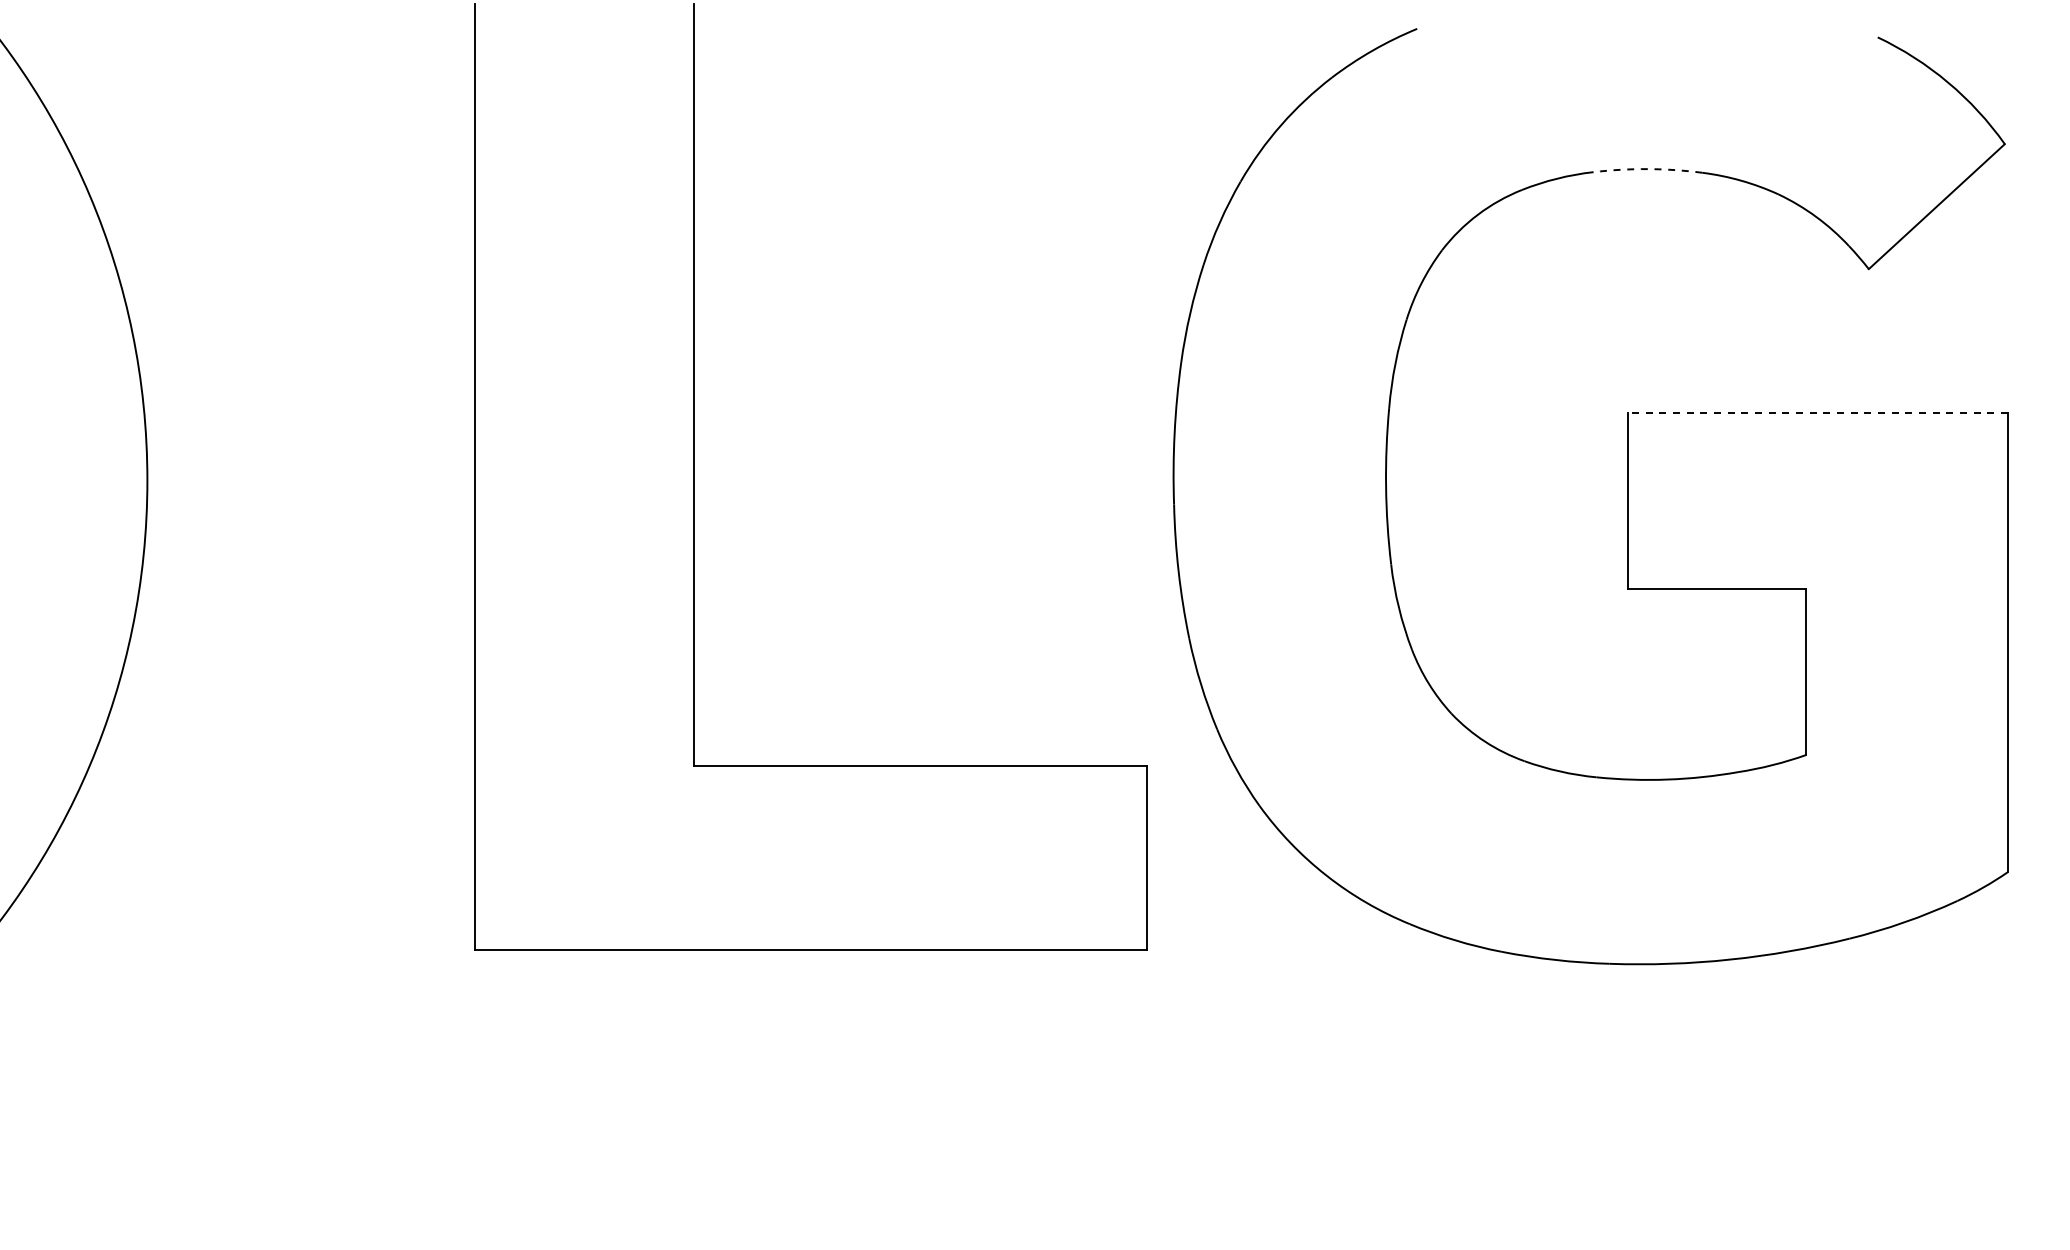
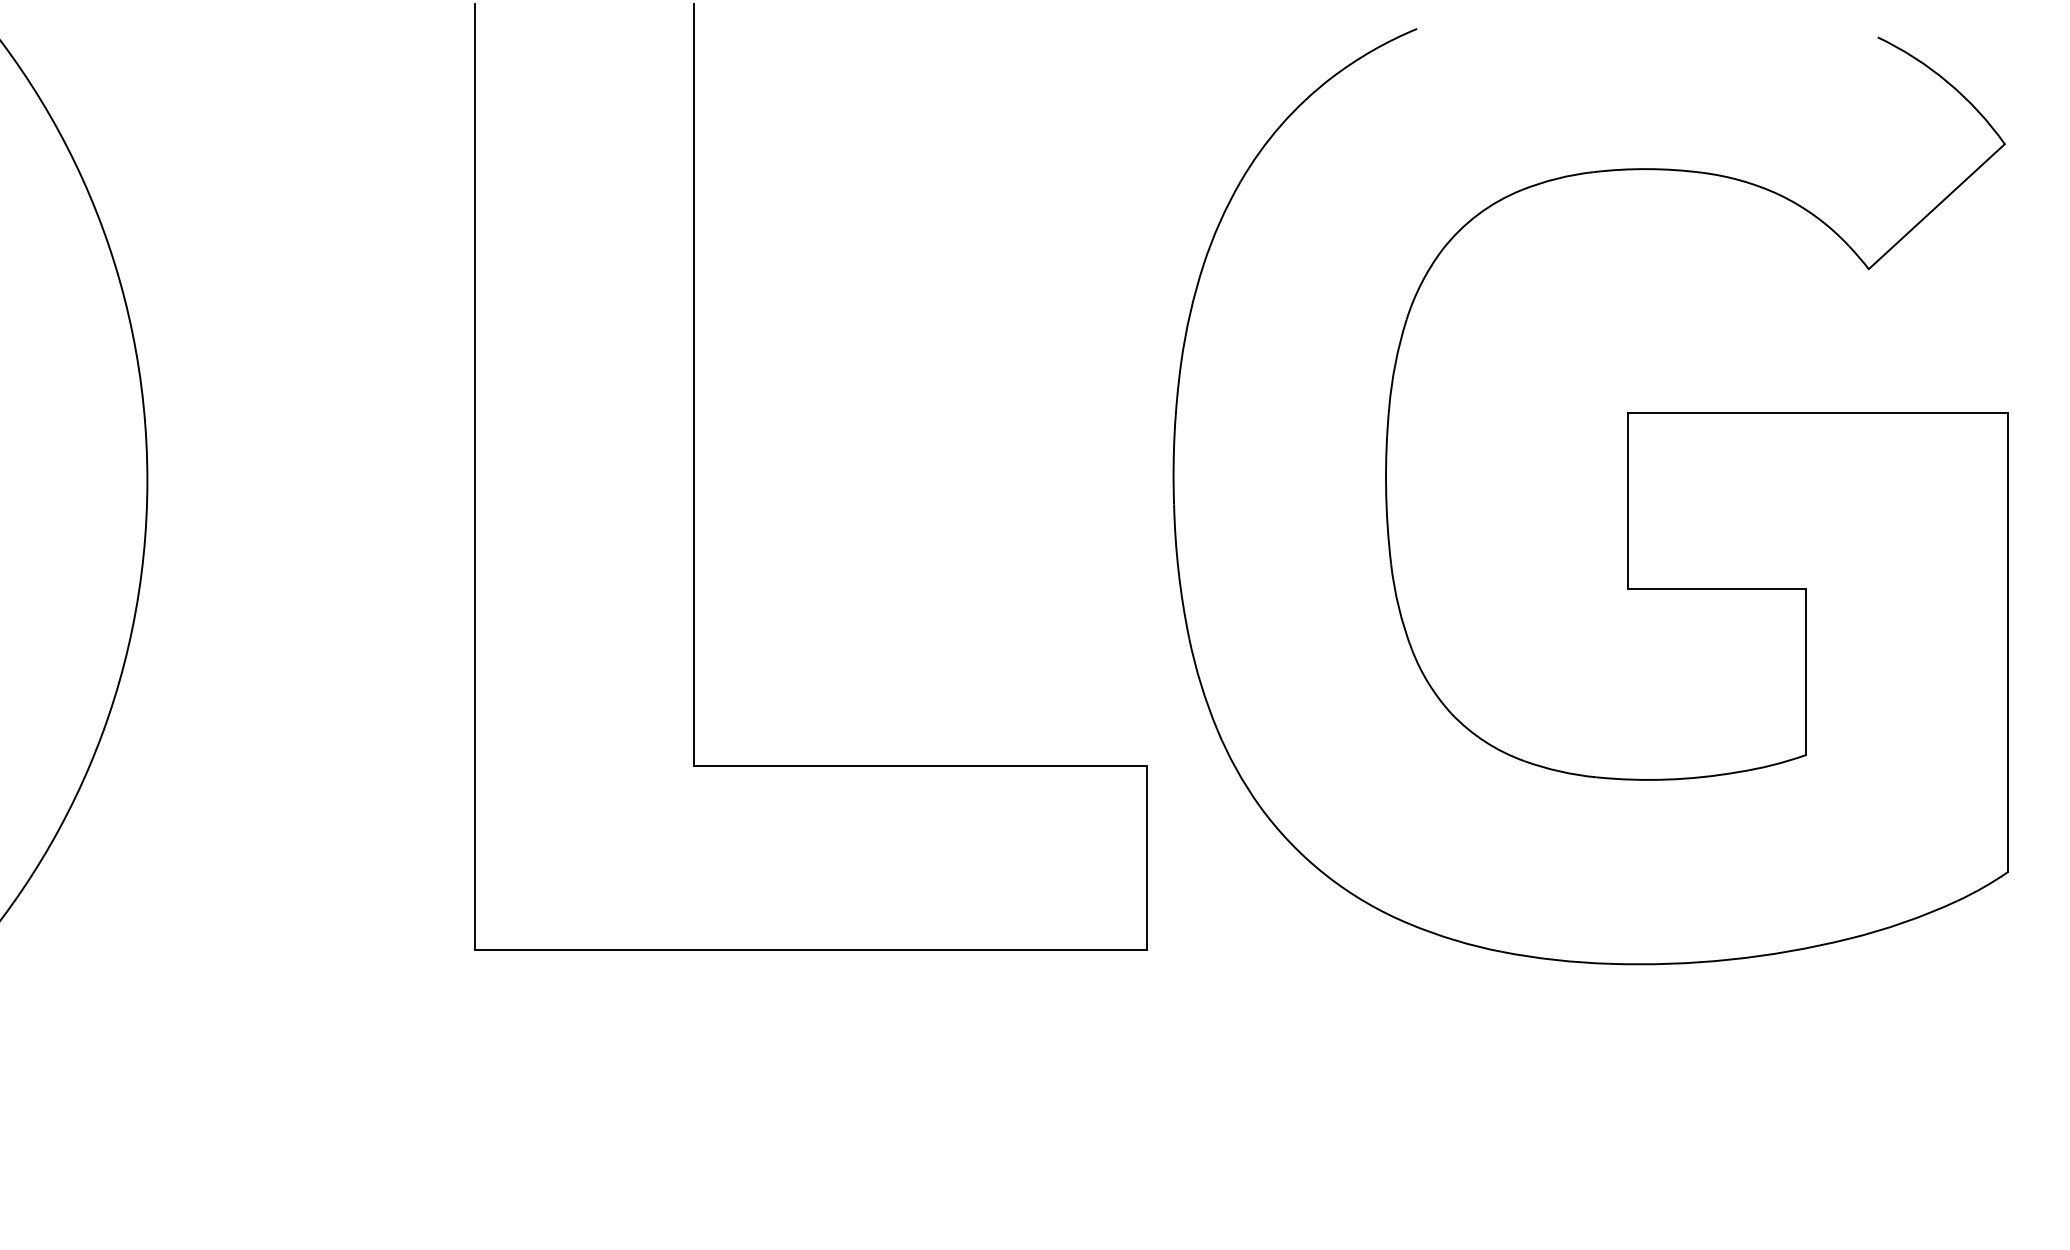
arc at (1647, 169): dashed -> solid
line at (1818, 412): dashed -> solid
